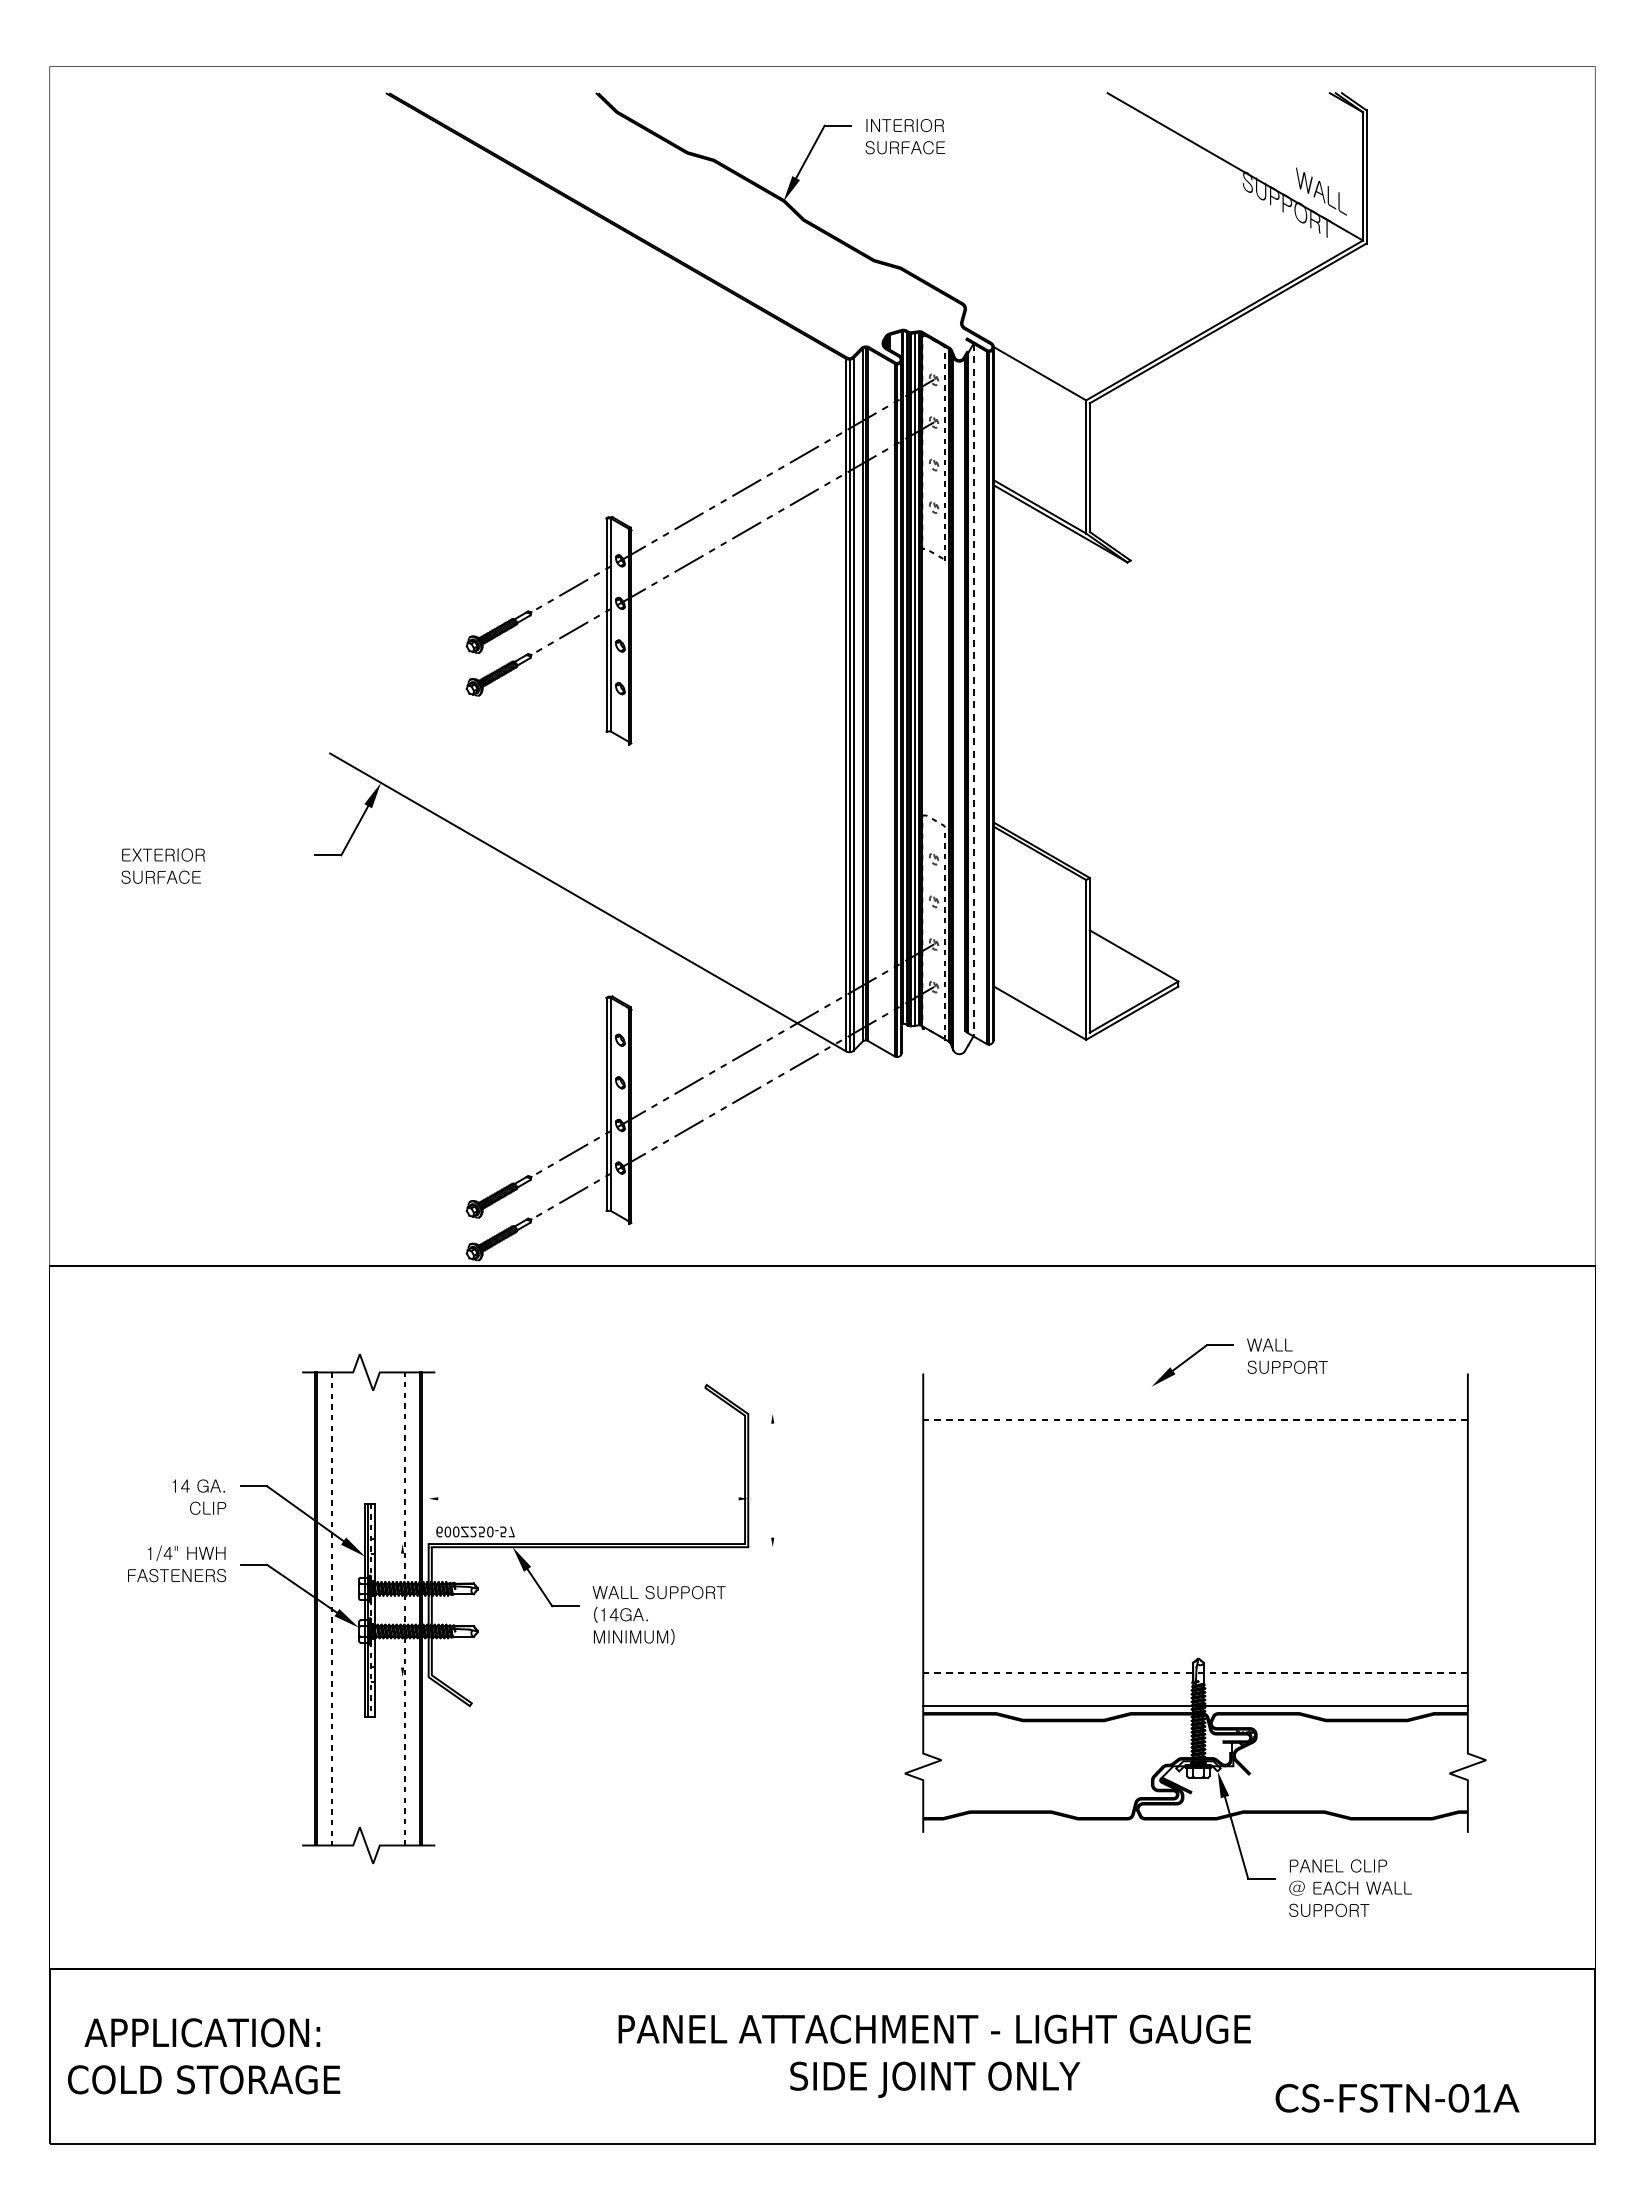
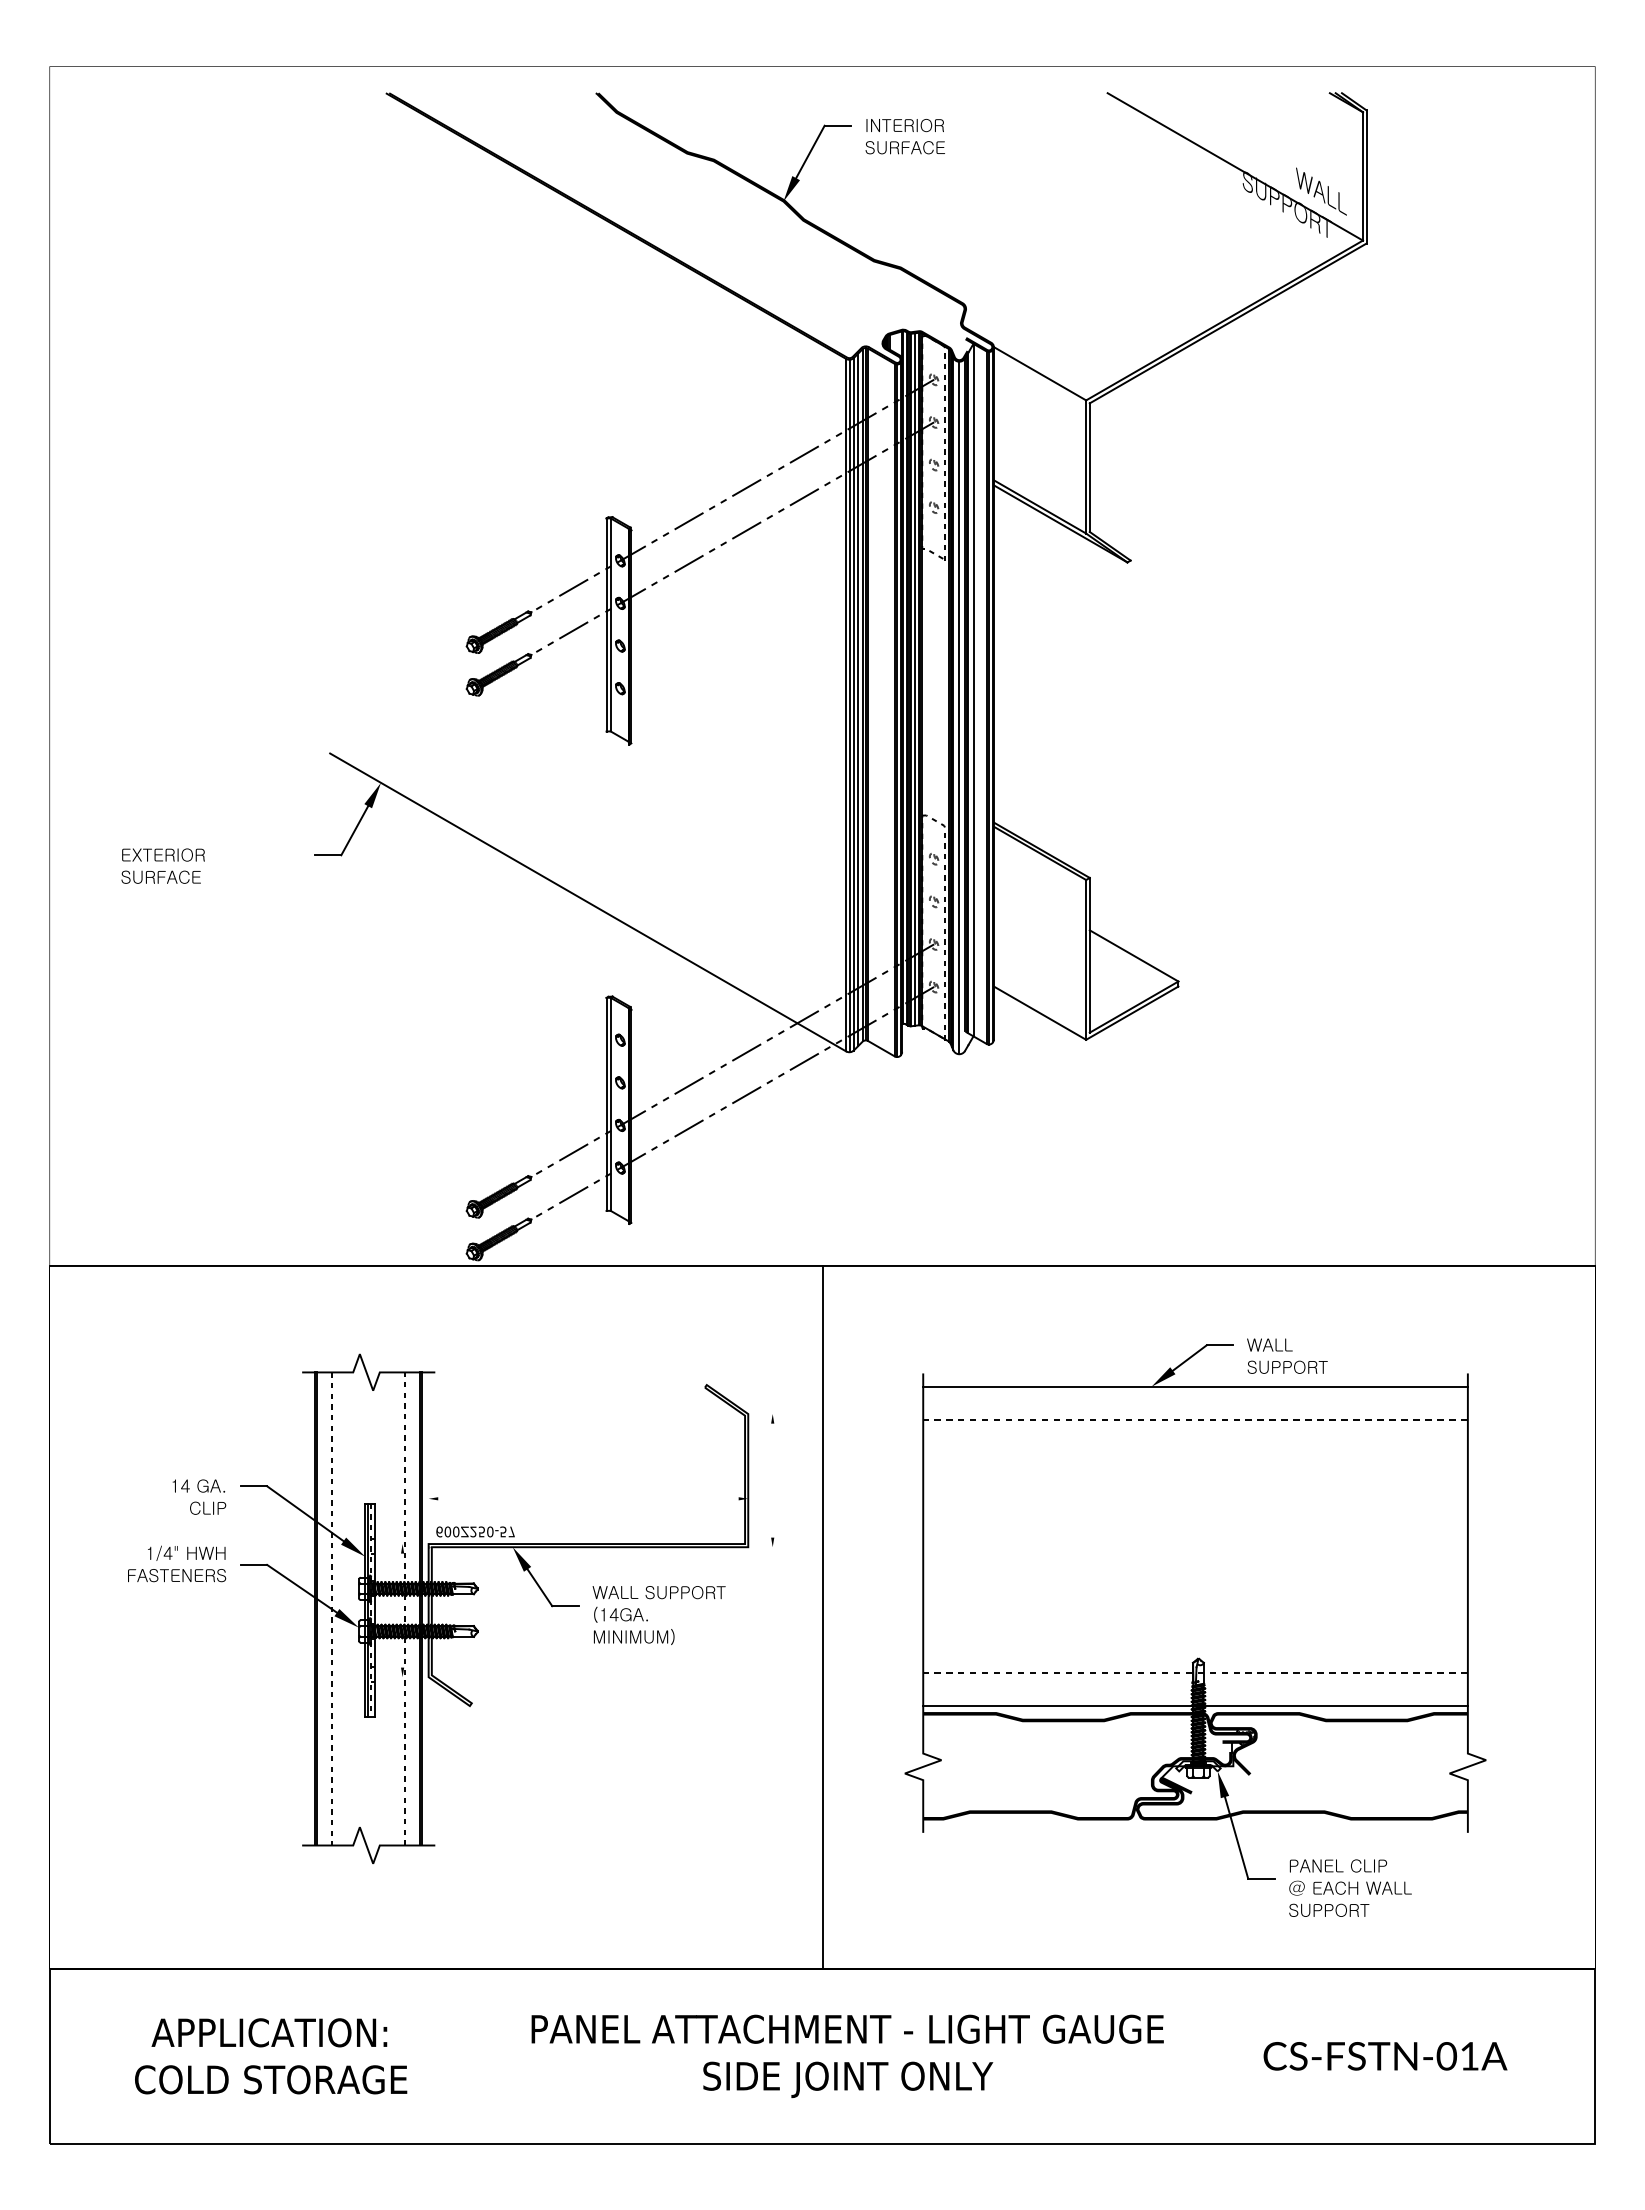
line at (973, 690): dashed -> solid
line at (858, 699): none -> present
line at (959, 707): none -> present
line at (1195, 1386): none -> present
line at (822, 1616): none -> present
text at (204, 2056) position: (204, 2056) -> (271, 2056)
text at (934, 2056) position: (934, 2056) -> (847, 2056)
text at (1397, 2098) position: (1397, 2098) -> (1385, 2056)
